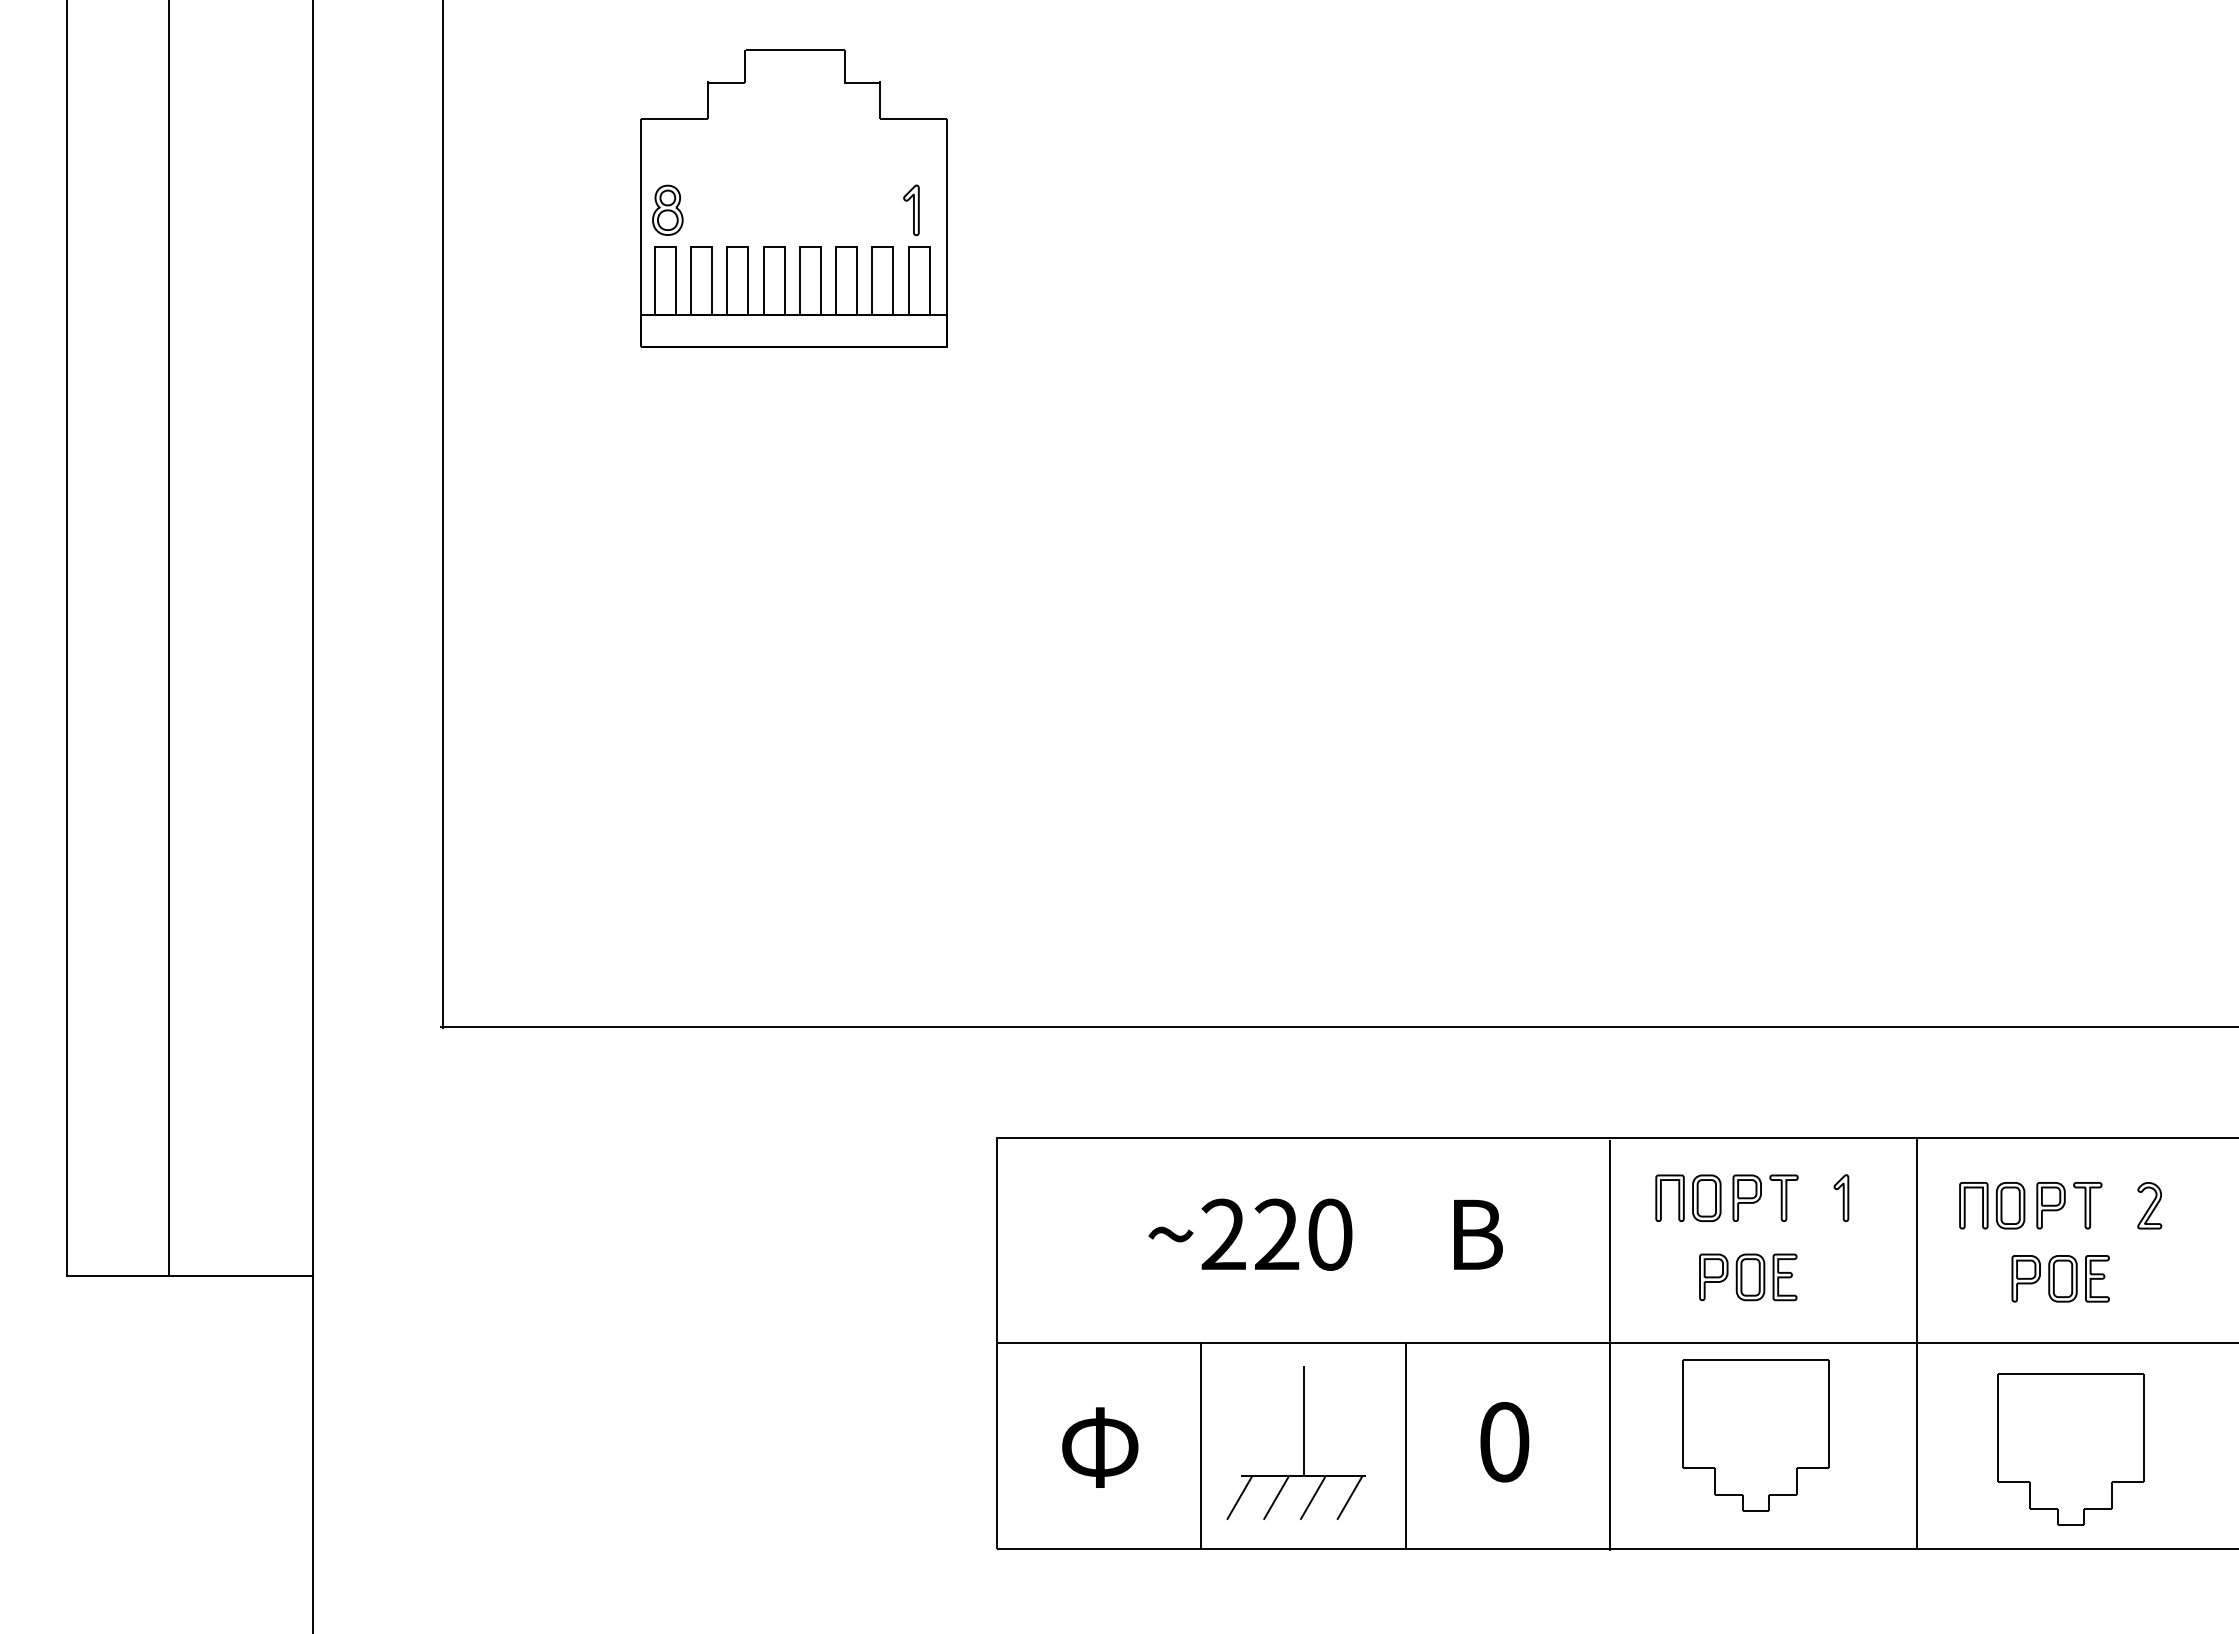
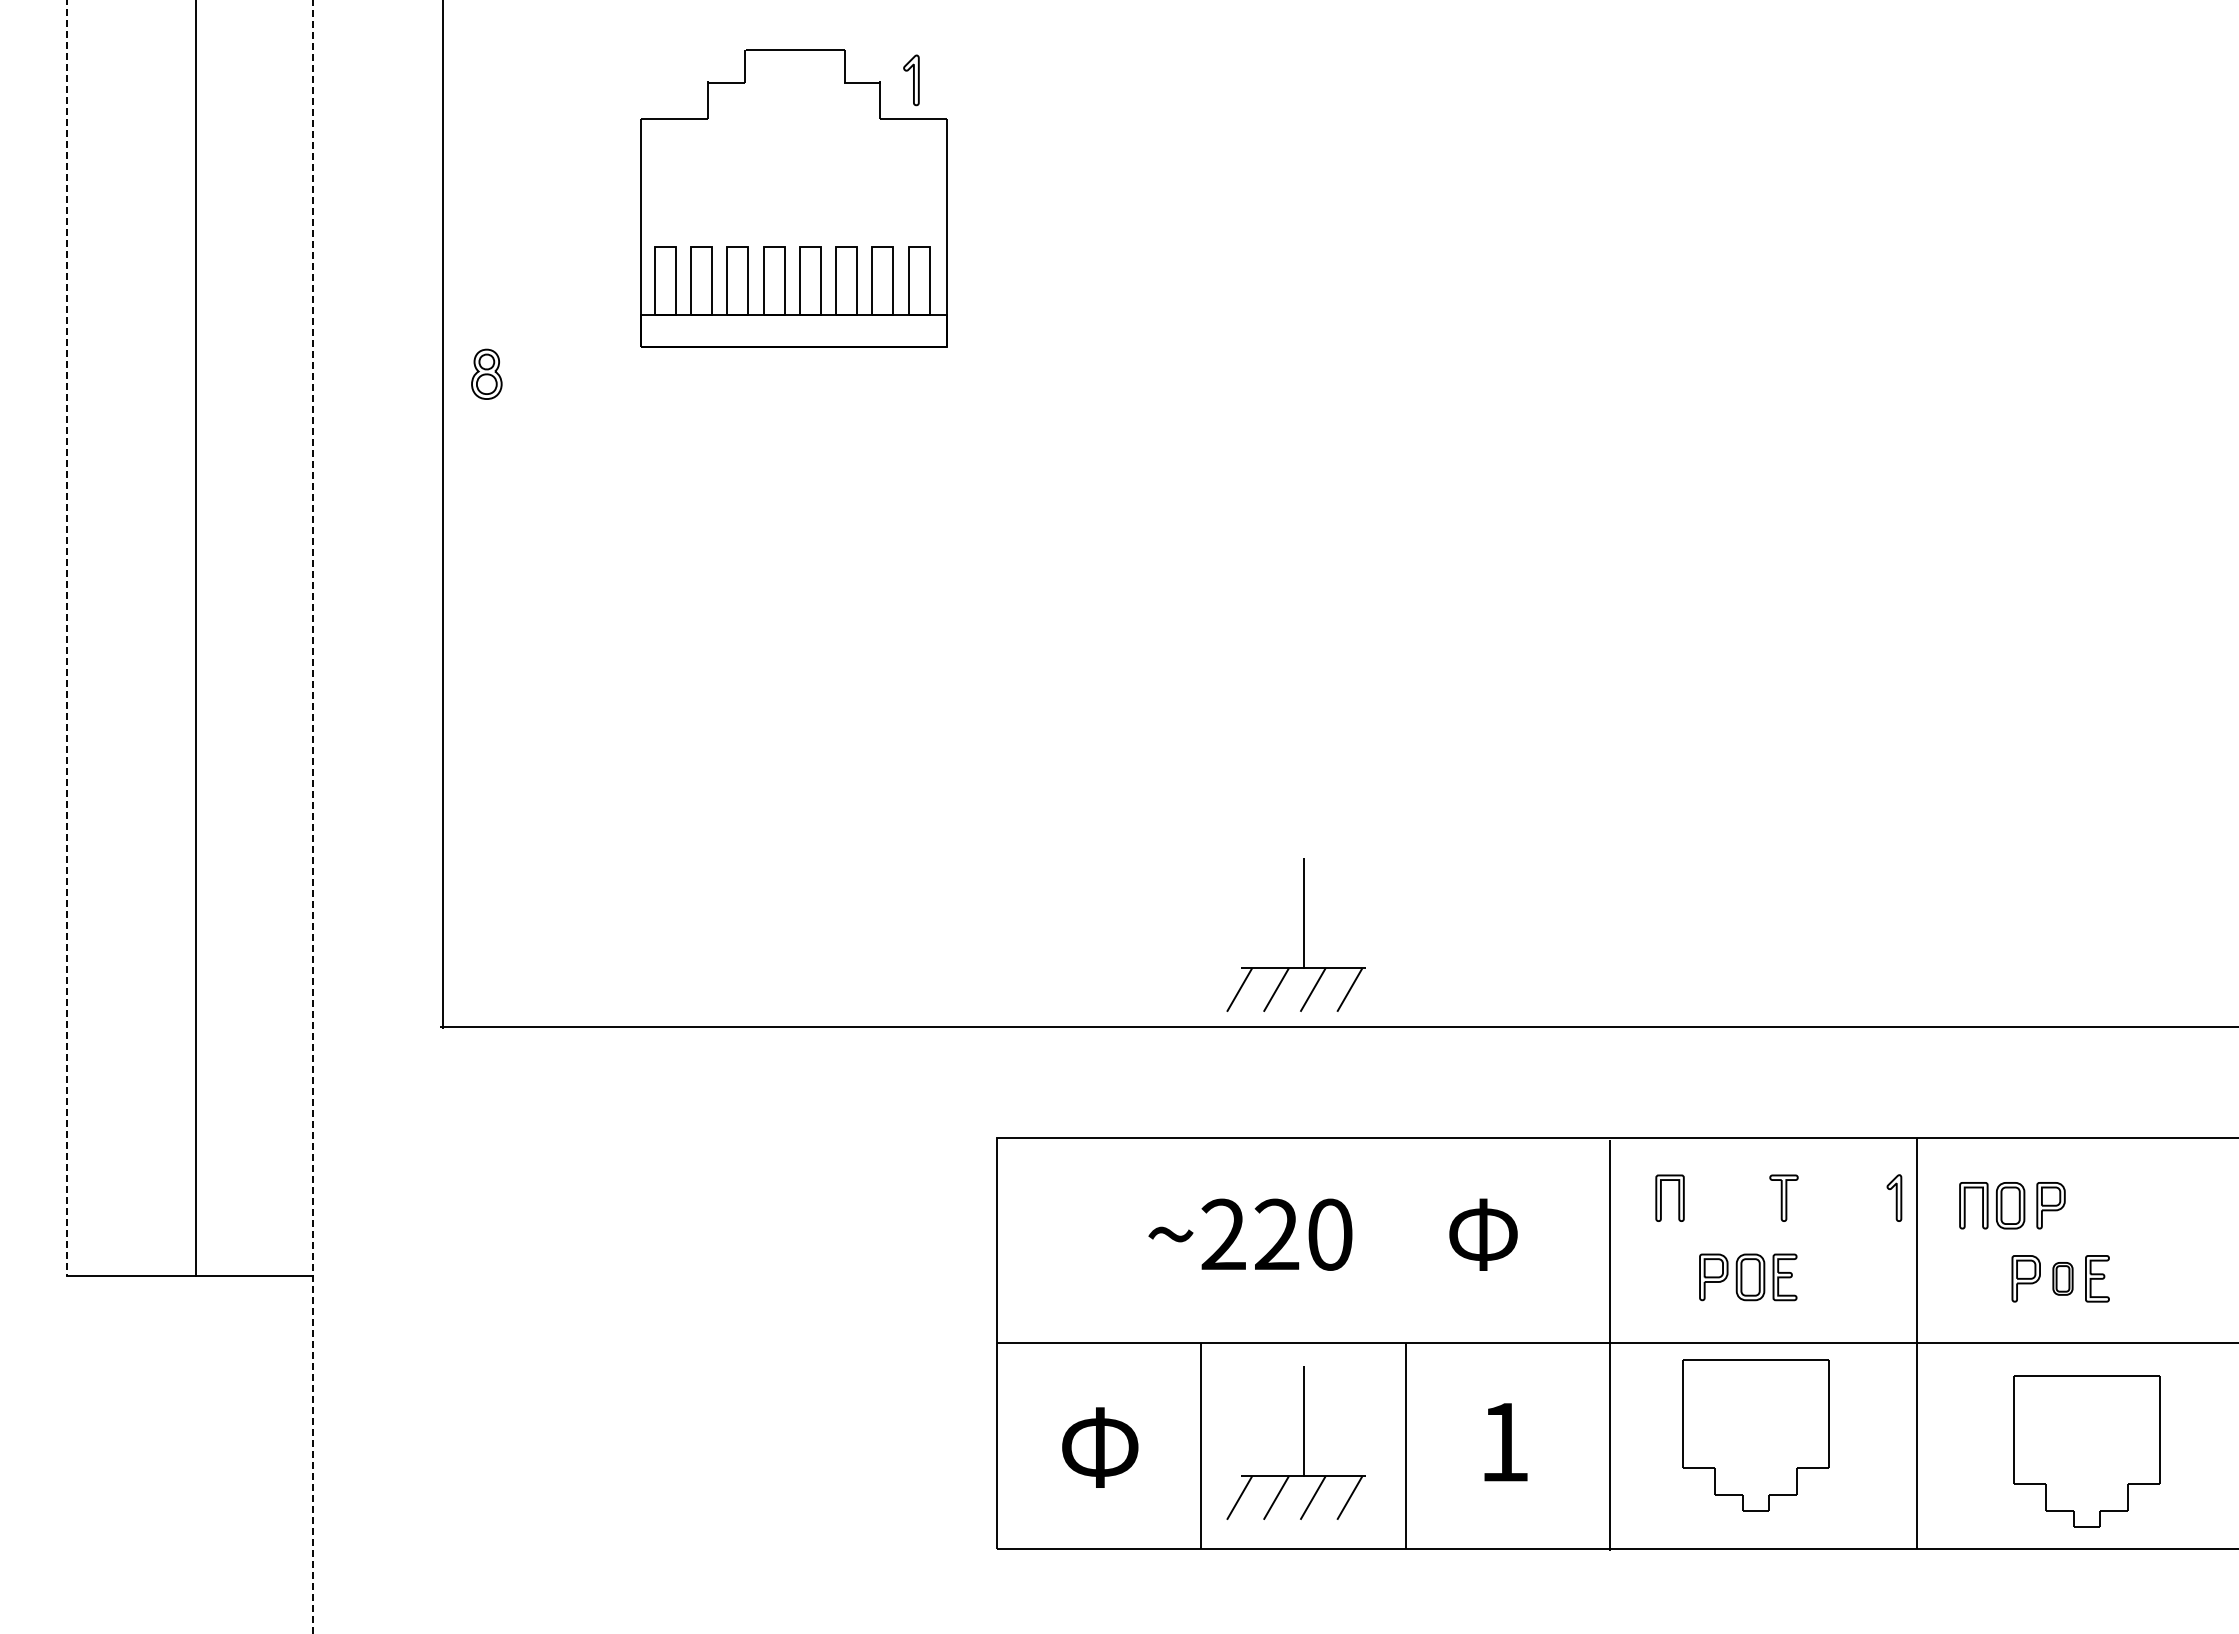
part at (667, 209) position: (667, 209) -> (486, 373)
part at (911, 210) position: (911, 210) -> (911, 80)
line at (67, 638): solid -> dashed
line at (169, 638) position: (169, 638) -> (196, 638)
line at (312, 816): solid -> dashed
part at (1303, 934): none -> present
part at (1706, 1197): present -> none
part at (1746, 1197): present -> none
part at (1841, 1197) position: (1841, 1197) -> (1894, 1197)
part at (2087, 1205): present -> none
part at (2149, 1205): present -> none
text at (1483, 1234): В -> Ф
part at (2062, 1278) size: 30x48 px -> 22x34 px
text at (1504, 1442): 0 -> 1
part at (2070, 1449) position: (2070, 1449) -> (2086, 1451)
